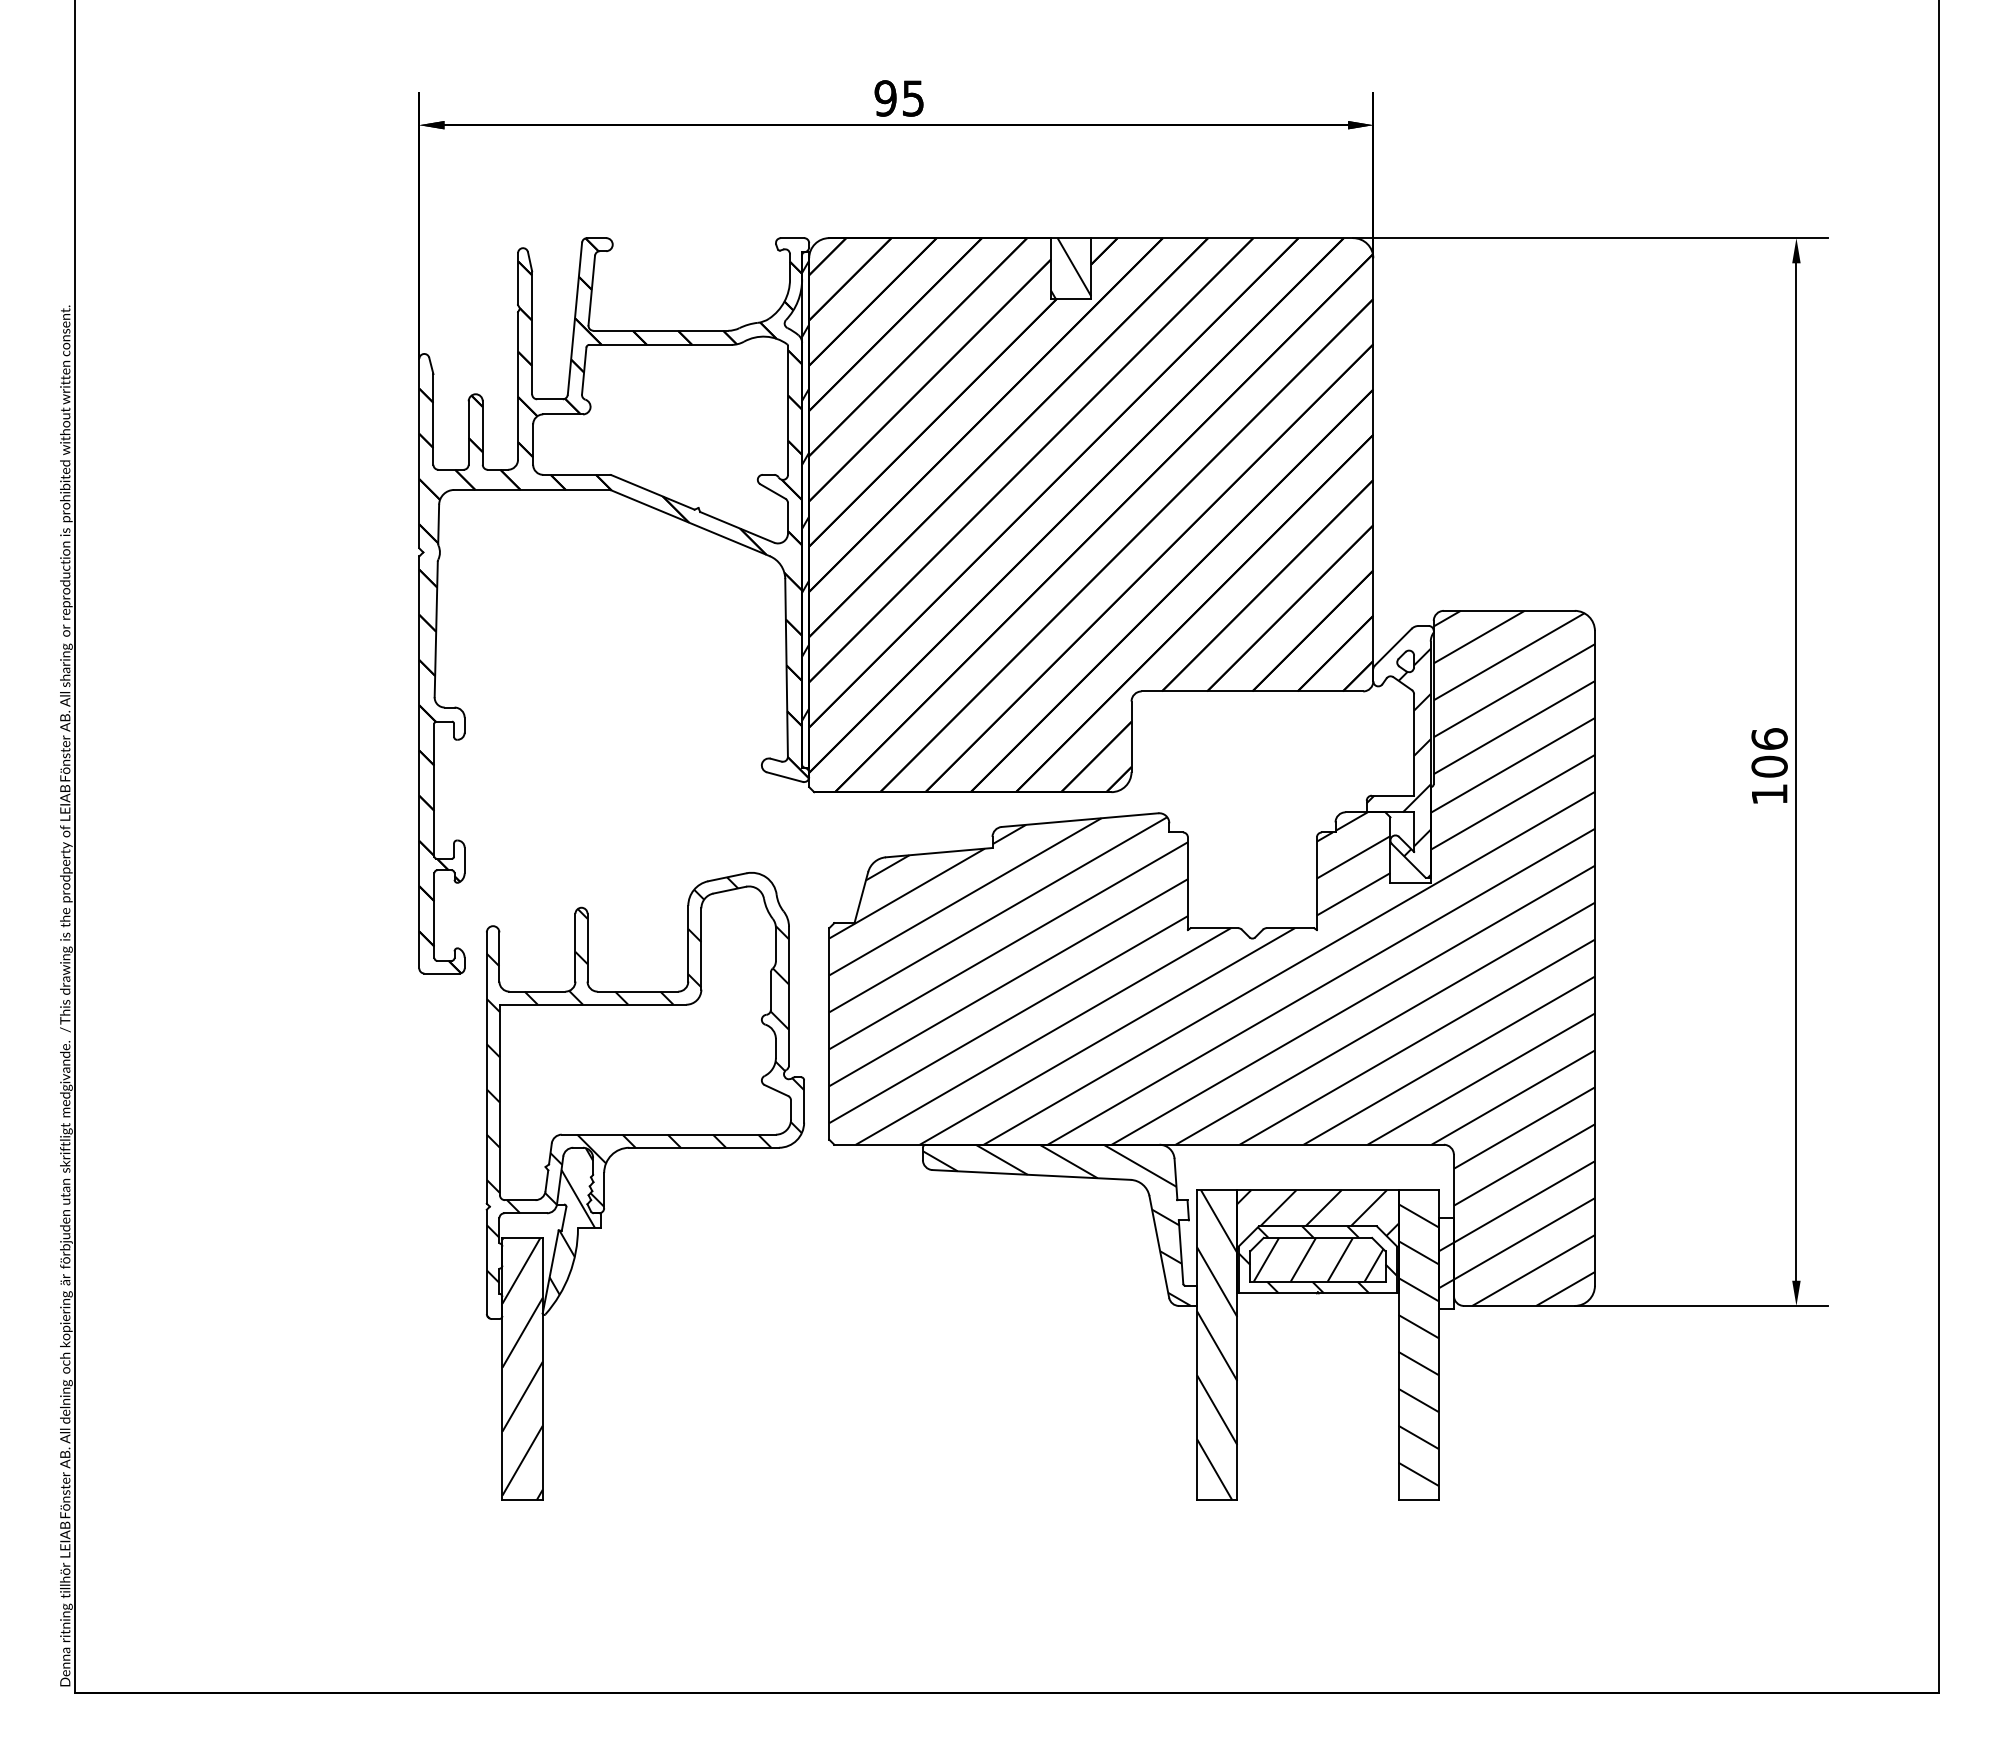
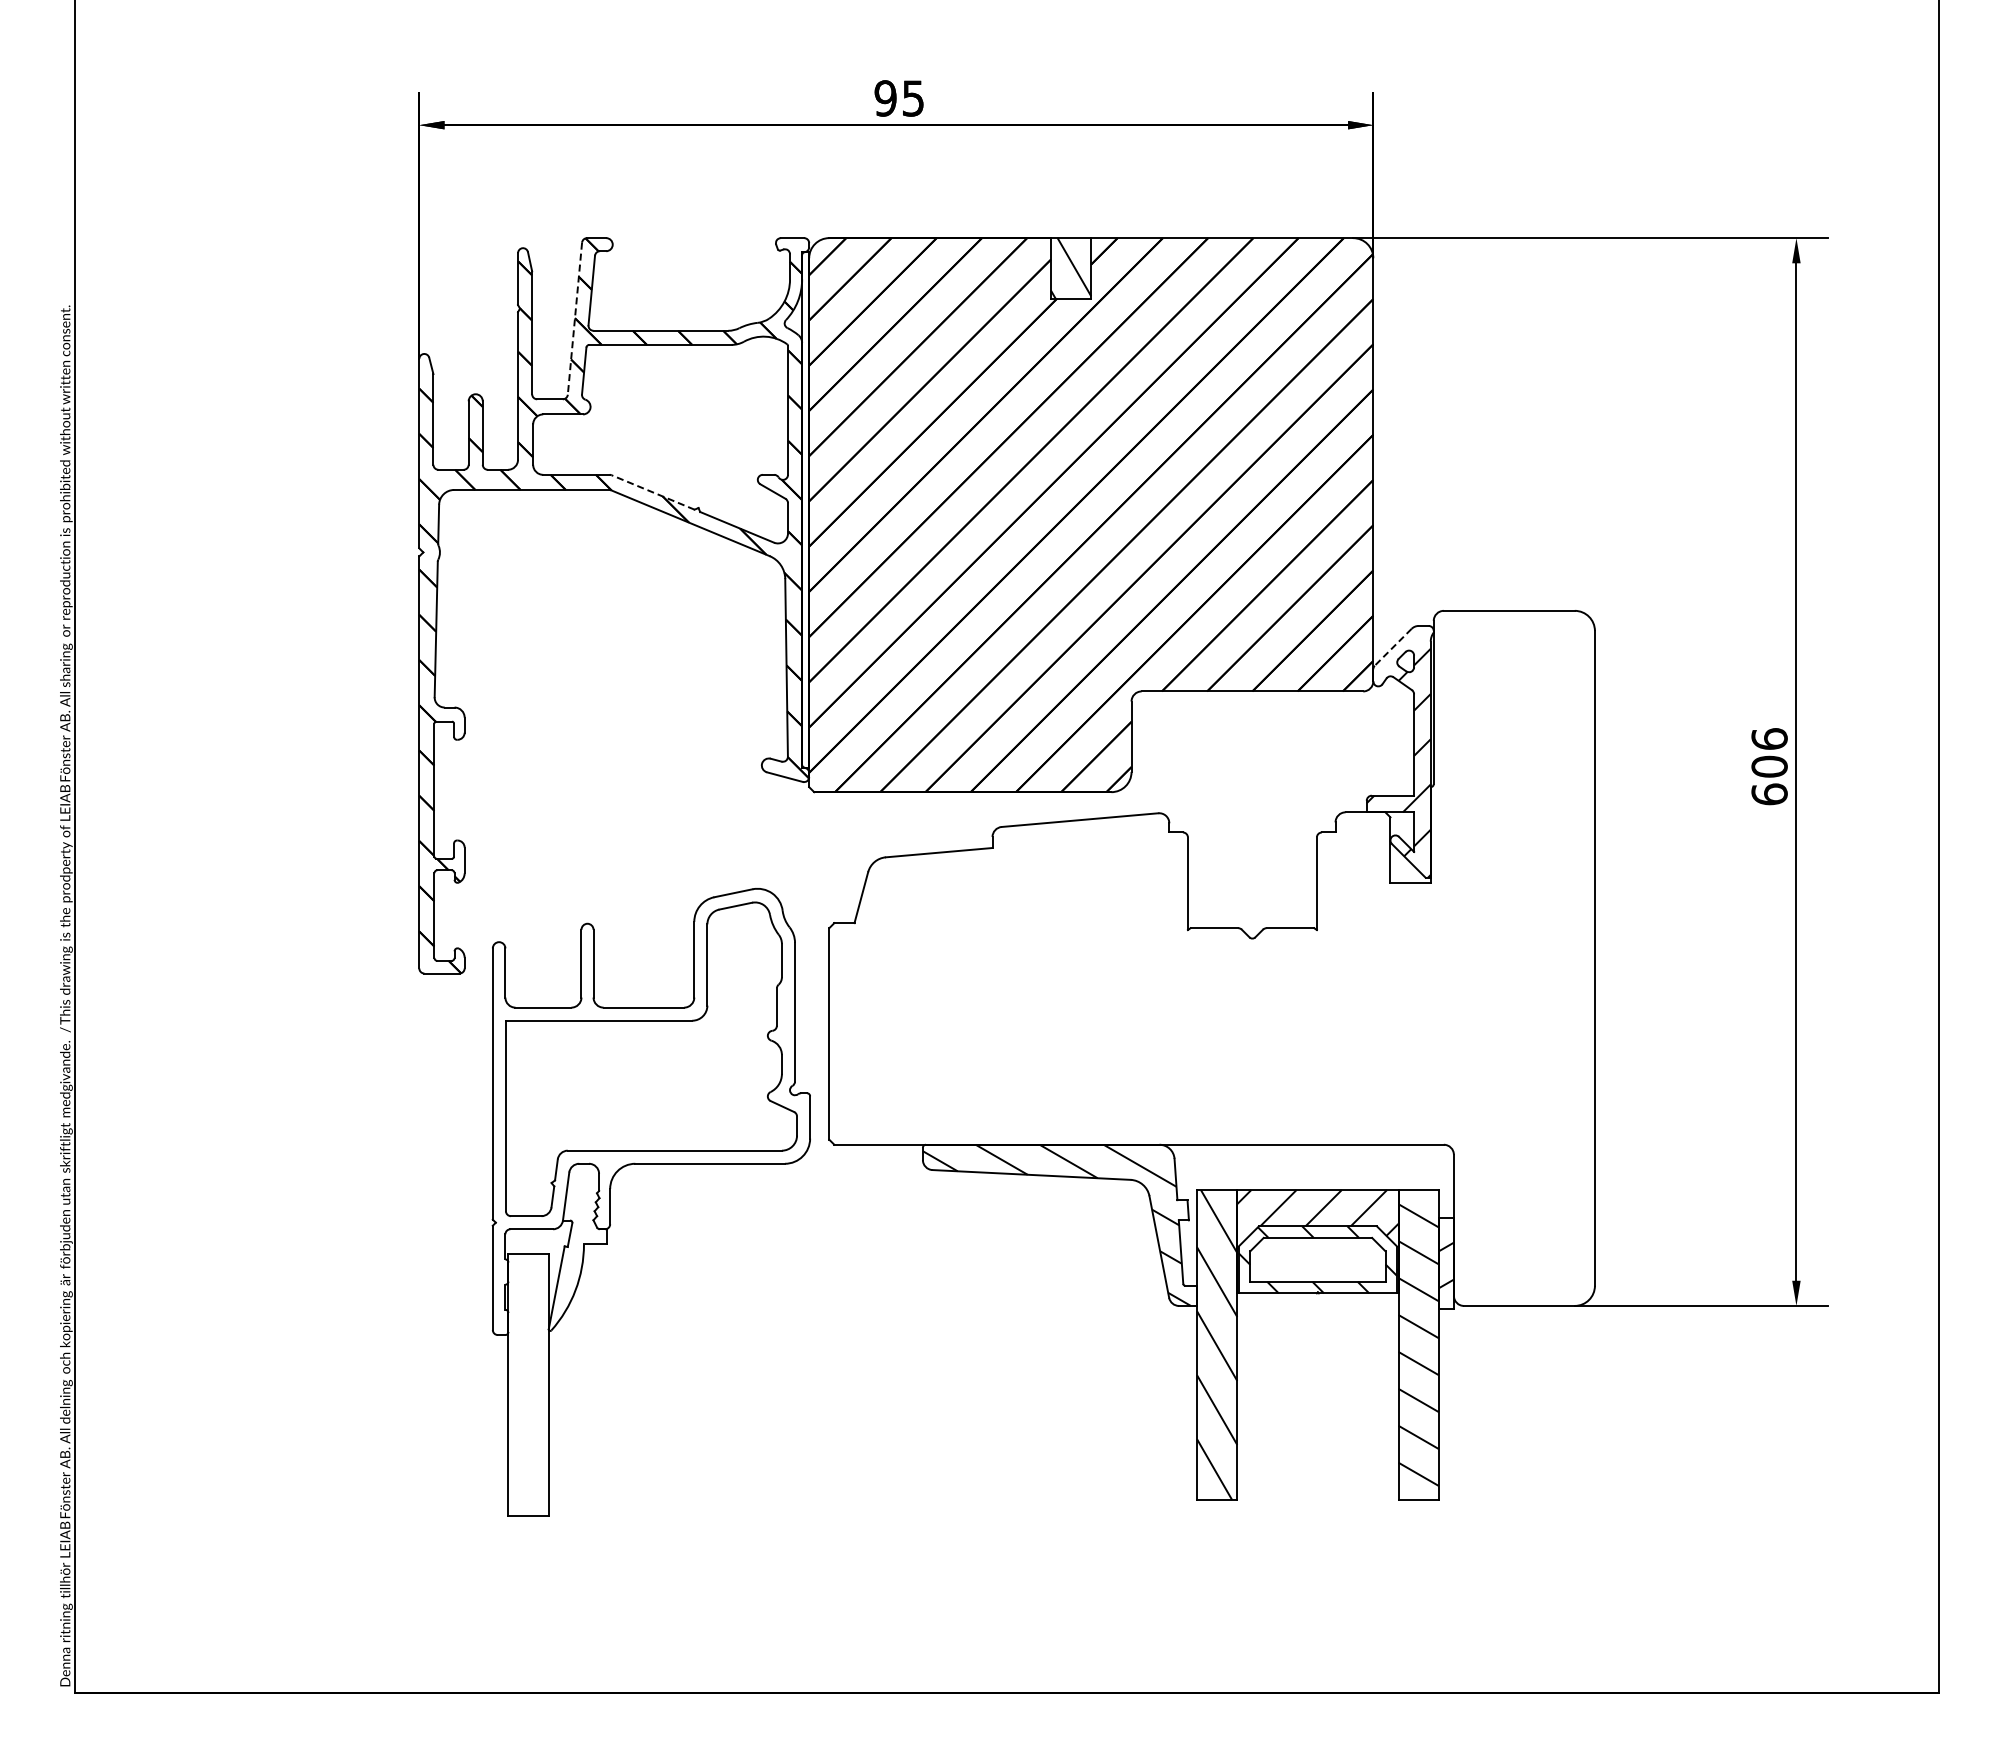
line at (574, 319): solid -> dashed
hatch at (805, 490): present -> none
line at (653, 492): solid -> dashed
line at (1392, 647): solid -> dashed
text at (1769, 794): 106 -> 606
hatch at (1211, 957): present -> none
part at (644, 1148) position: (644, 1148) -> (650, 1164)
hatch at (1318, 1259): present -> none
